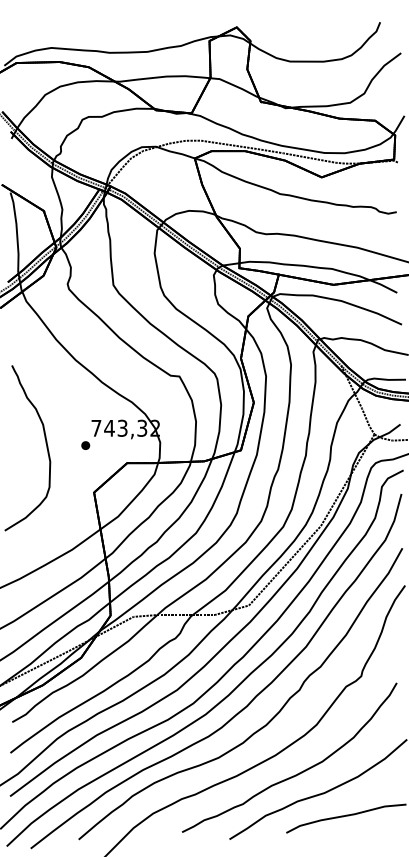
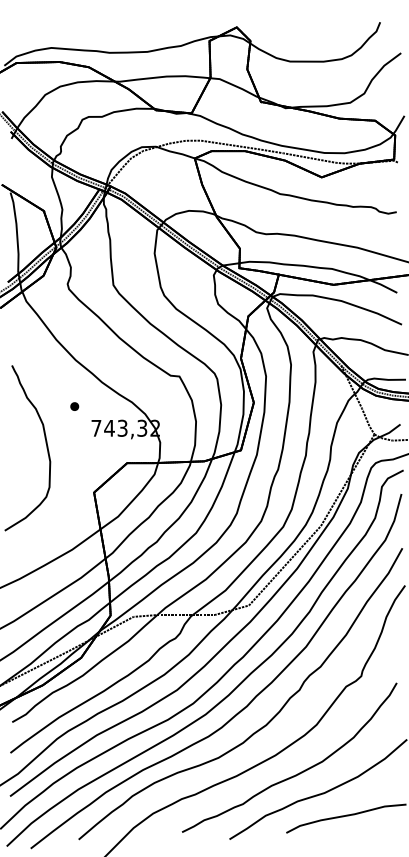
part at (85, 445) position: (85, 445) -> (74, 406)
